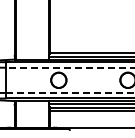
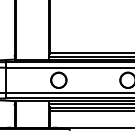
line at (70, 67): dashed -> solid
line at (71, 92): dashed -> solid
